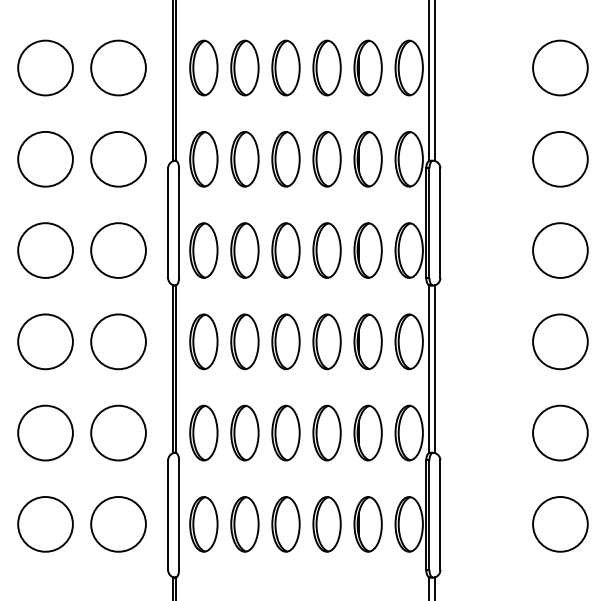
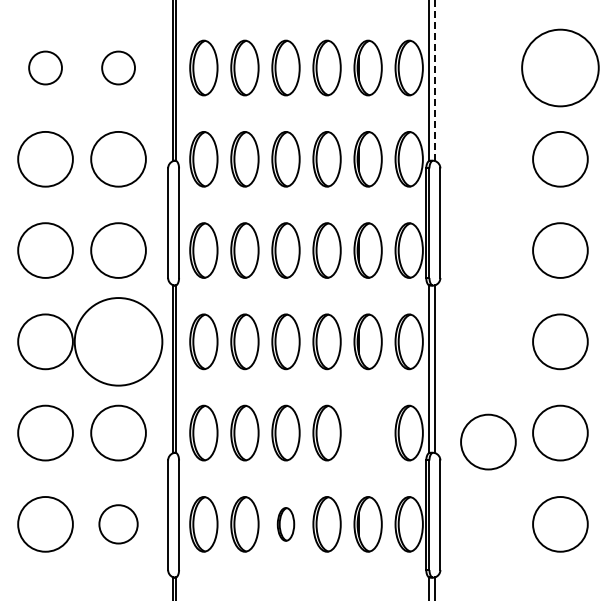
circle at (45, 67) diameter: 55 px -> 33 px
circle at (118, 67) diameter: 55 px -> 33 px
circle at (560, 67) diameter: 55 px -> 77 px
line at (435, 80): solid -> dashed
circle at (118, 341) diameter: 55 px -> 88 px
part at (367, 432): present -> none
circle at (488, 441): none -> present
circle at (118, 524) diameter: 55 px -> 38 px
part at (285, 524) size: 30x57 px -> 20x35 px
